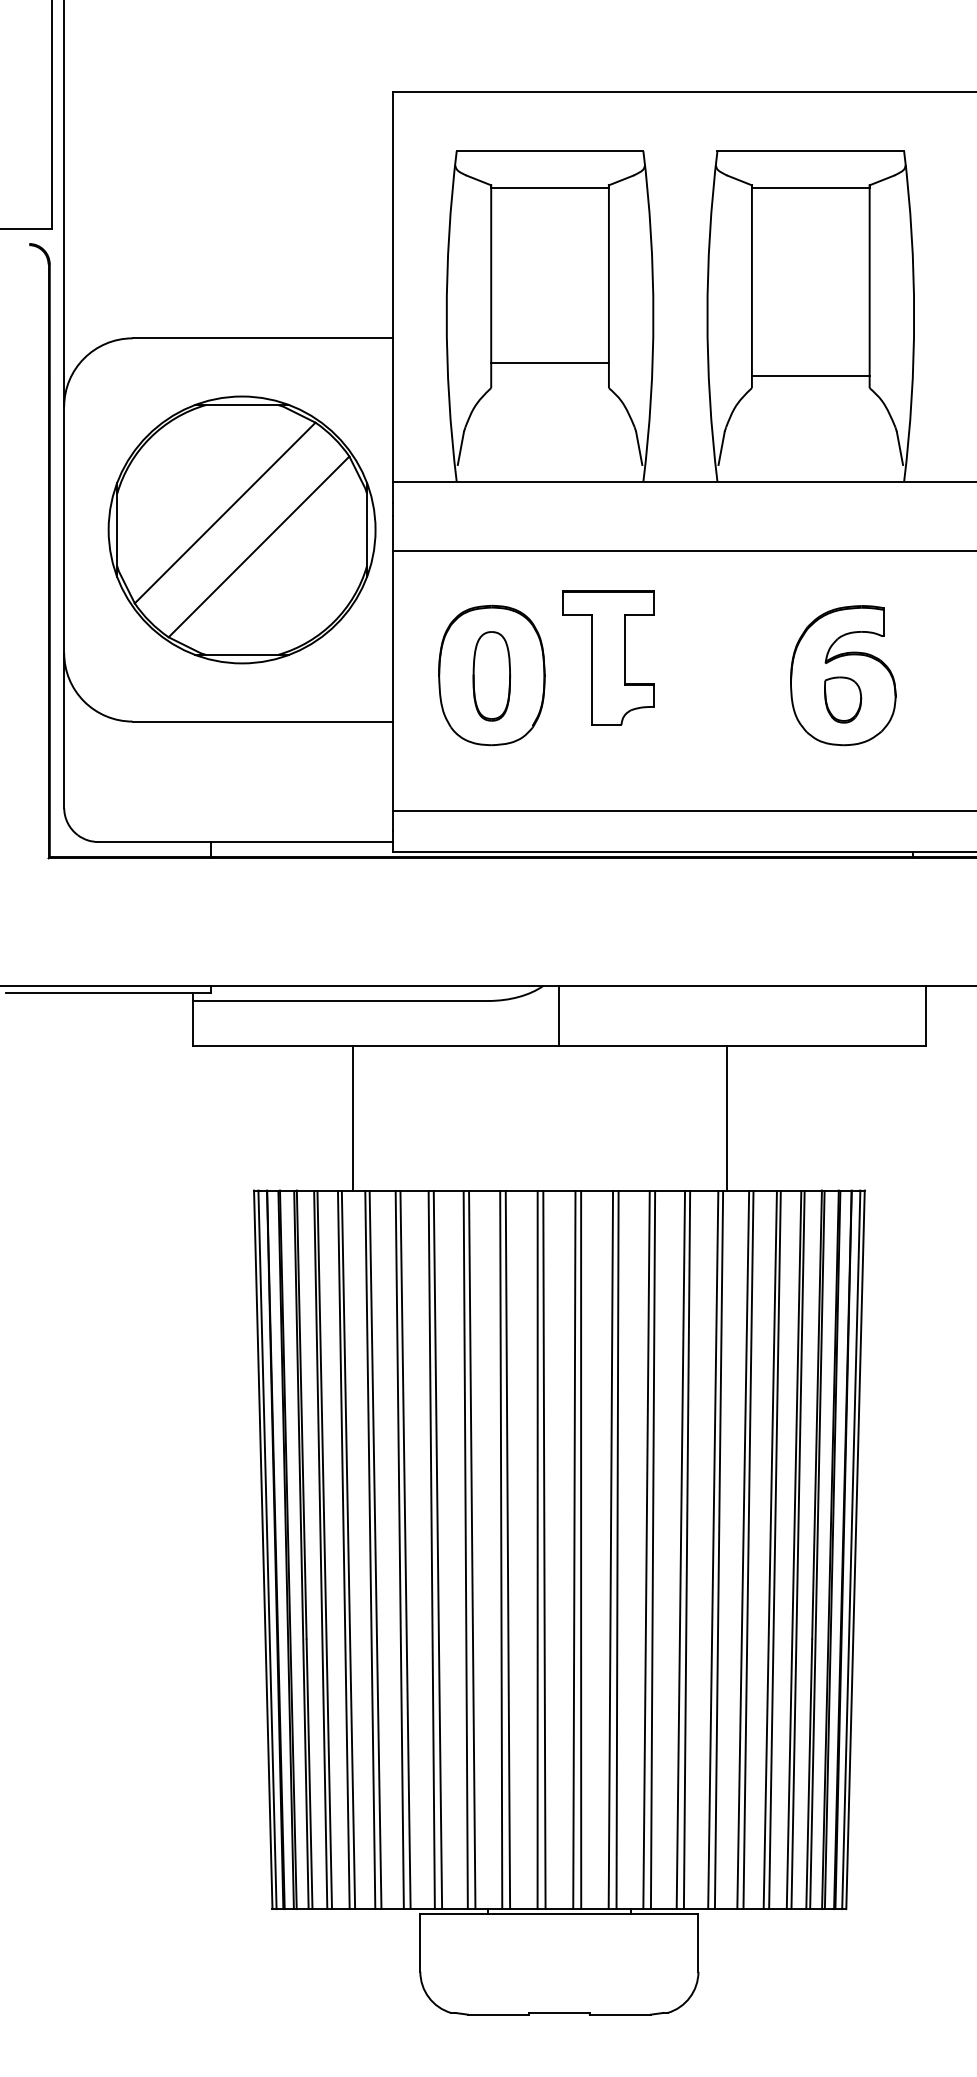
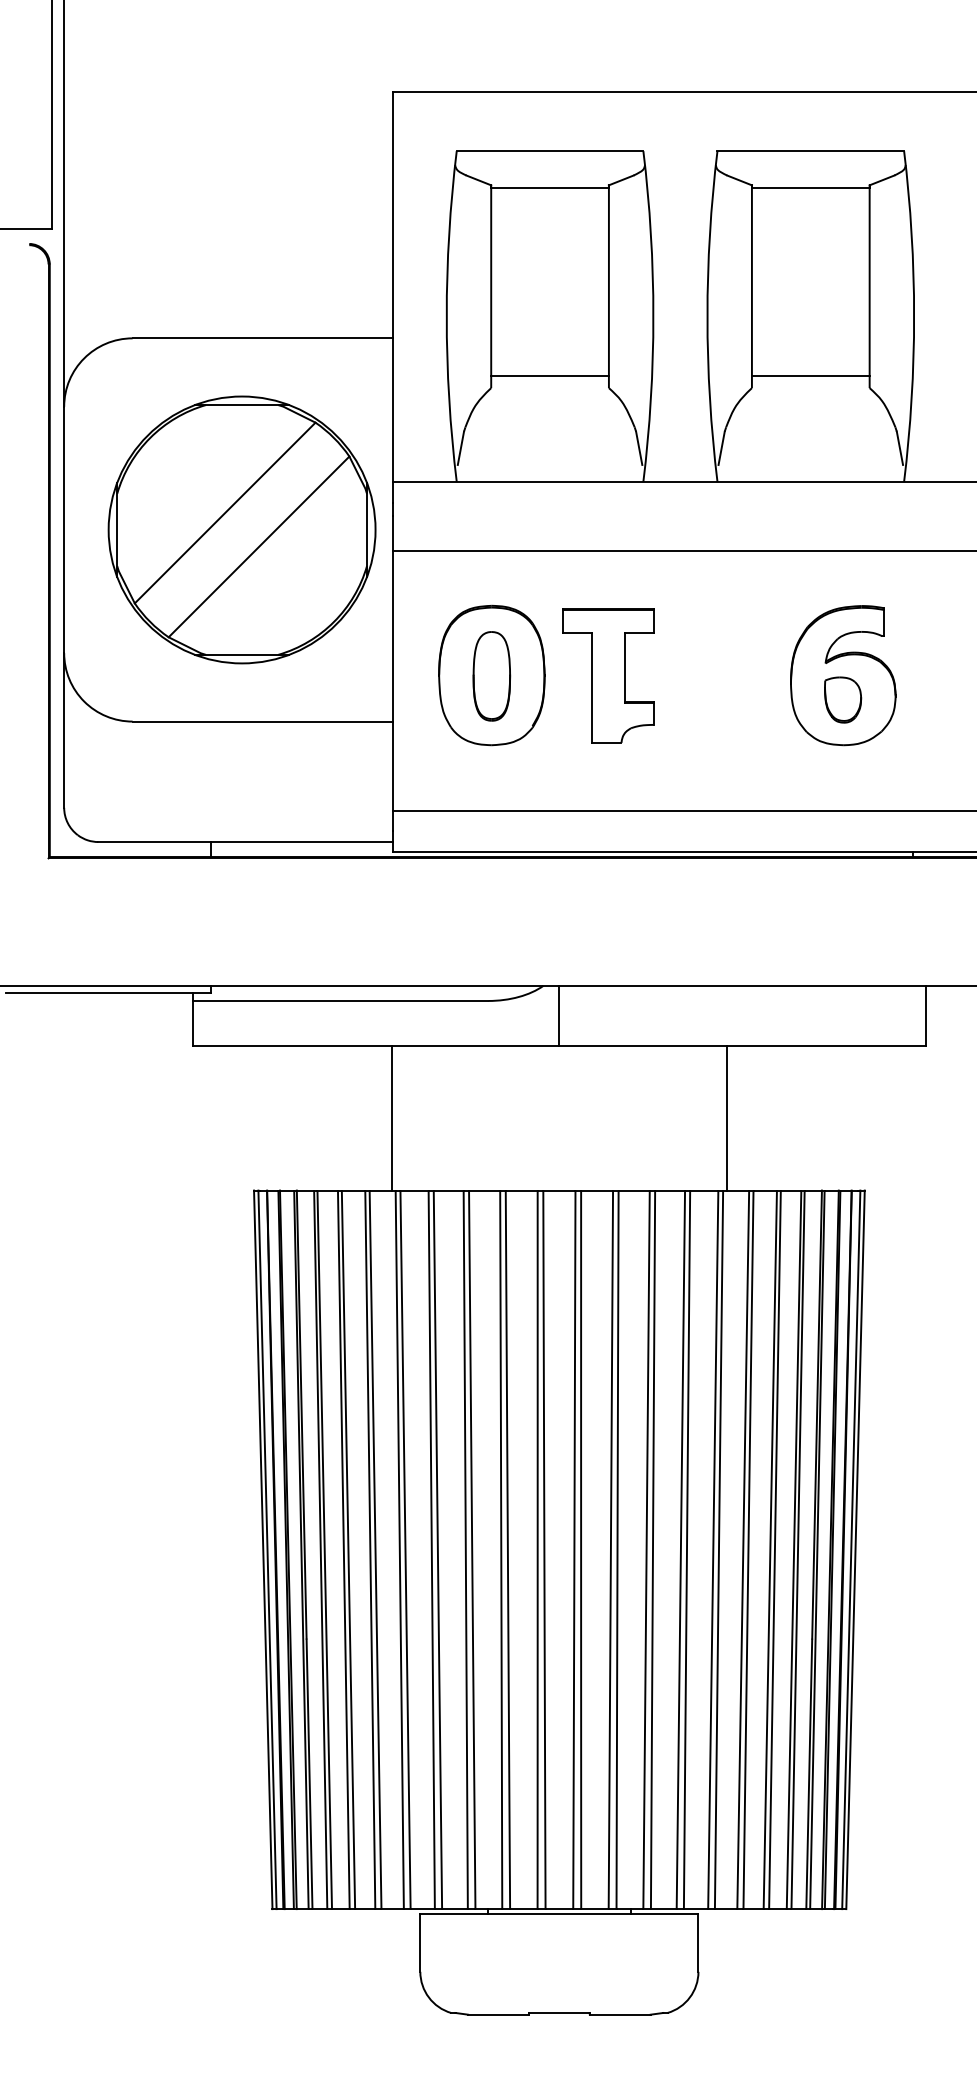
line at (549, 363) position: (549, 363) -> (549, 376)
part at (608, 657) position: (608, 657) -> (608, 675)
line at (352, 1117) position: (352, 1117) -> (391, 1117)
